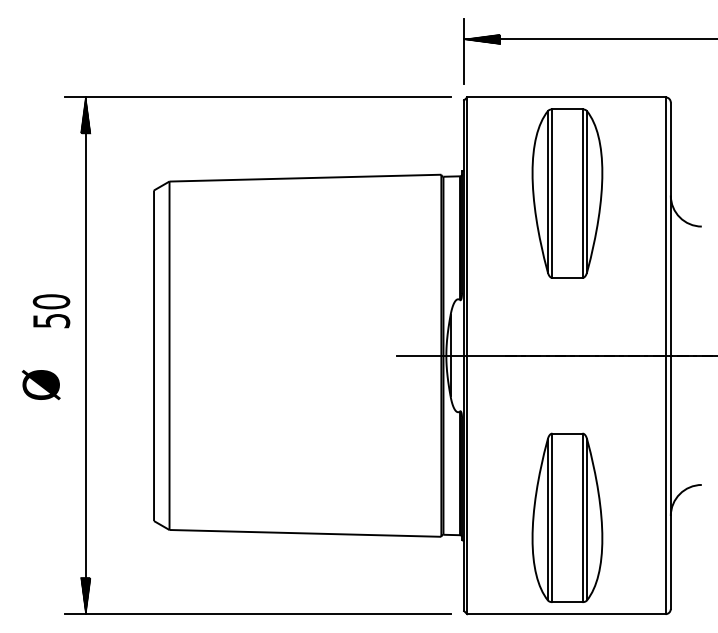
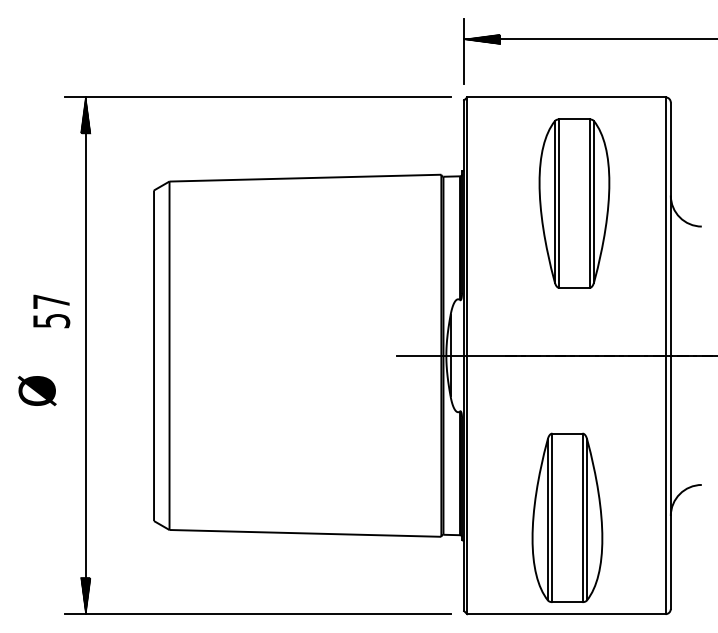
part at (567, 193) position: (567, 193) -> (574, 203)
text at (51, 301): 50 -> 57
text at (40, 385) position: (40, 385) -> (36, 391)
